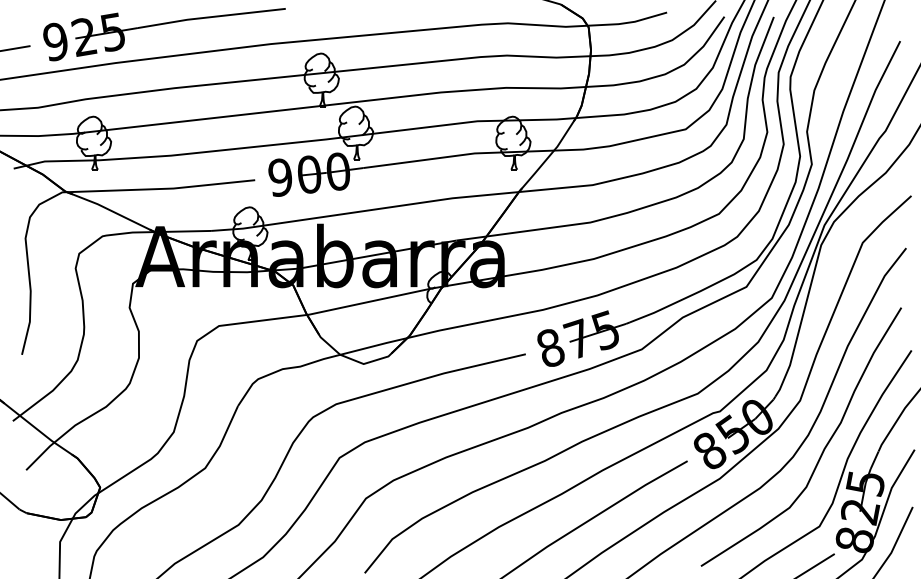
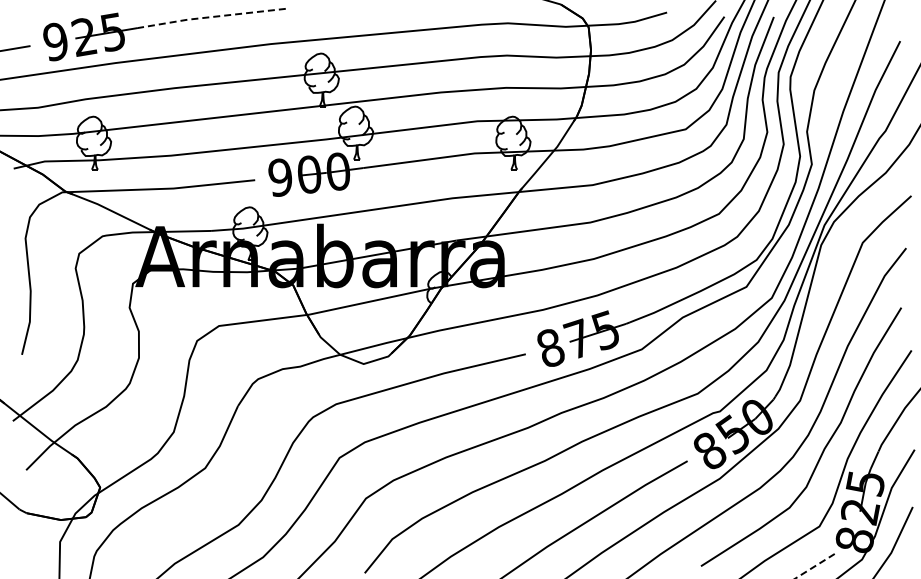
line at (210, 17): solid -> dashed
line at (814, 566): solid -> dashed
